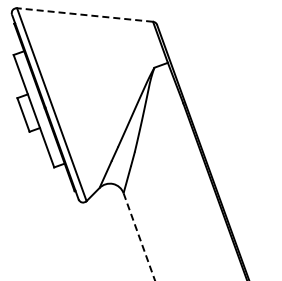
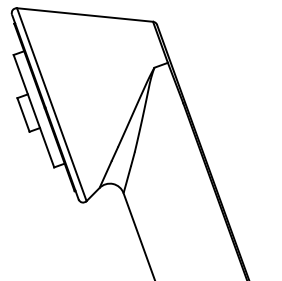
line at (84, 14): dashed -> solid
line at (139, 237): dashed -> solid
